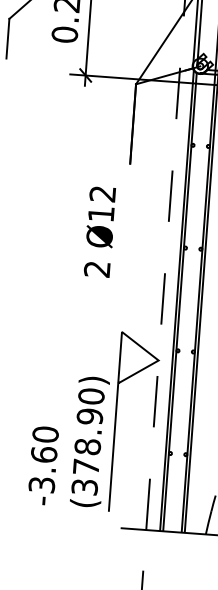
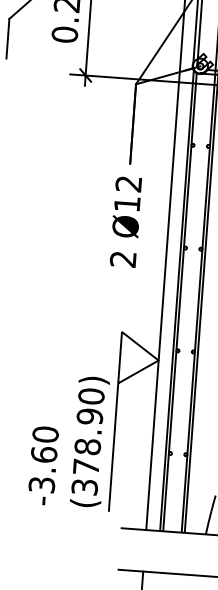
text at (99, 231) position: (99, 231) -> (125, 221)
line at (165, 264): dashed -> solid
line at (165, 572): none -> present
